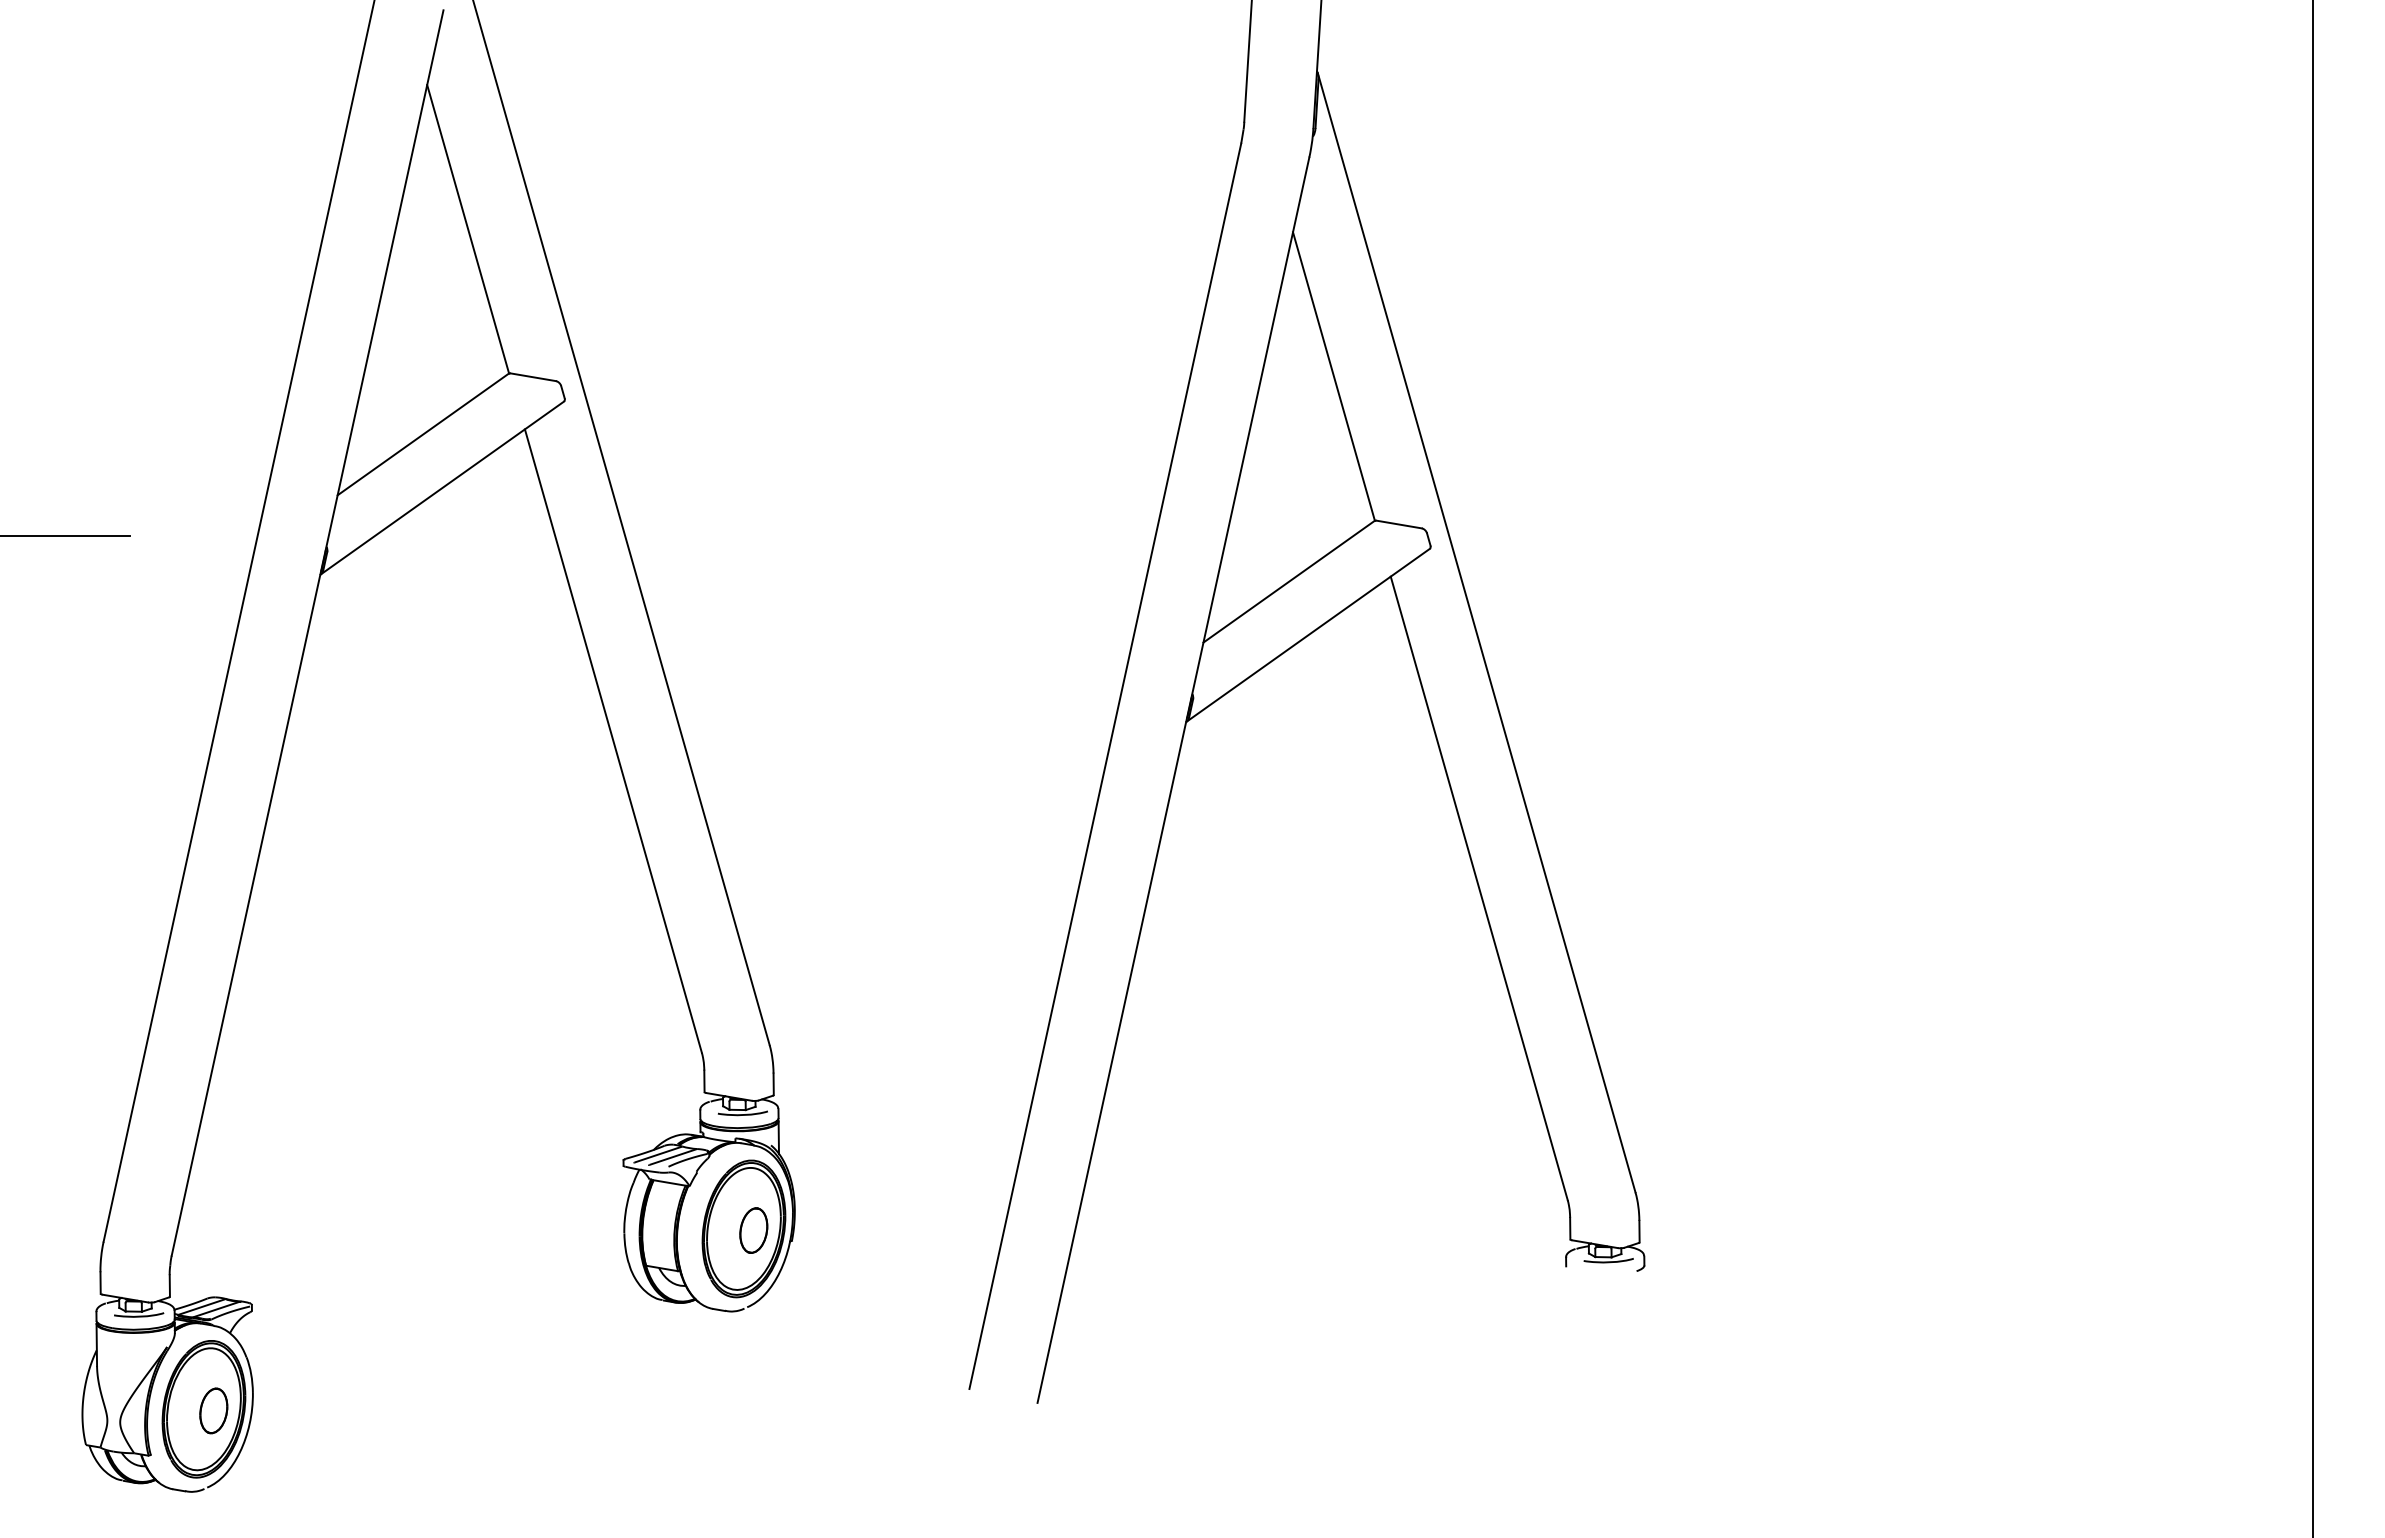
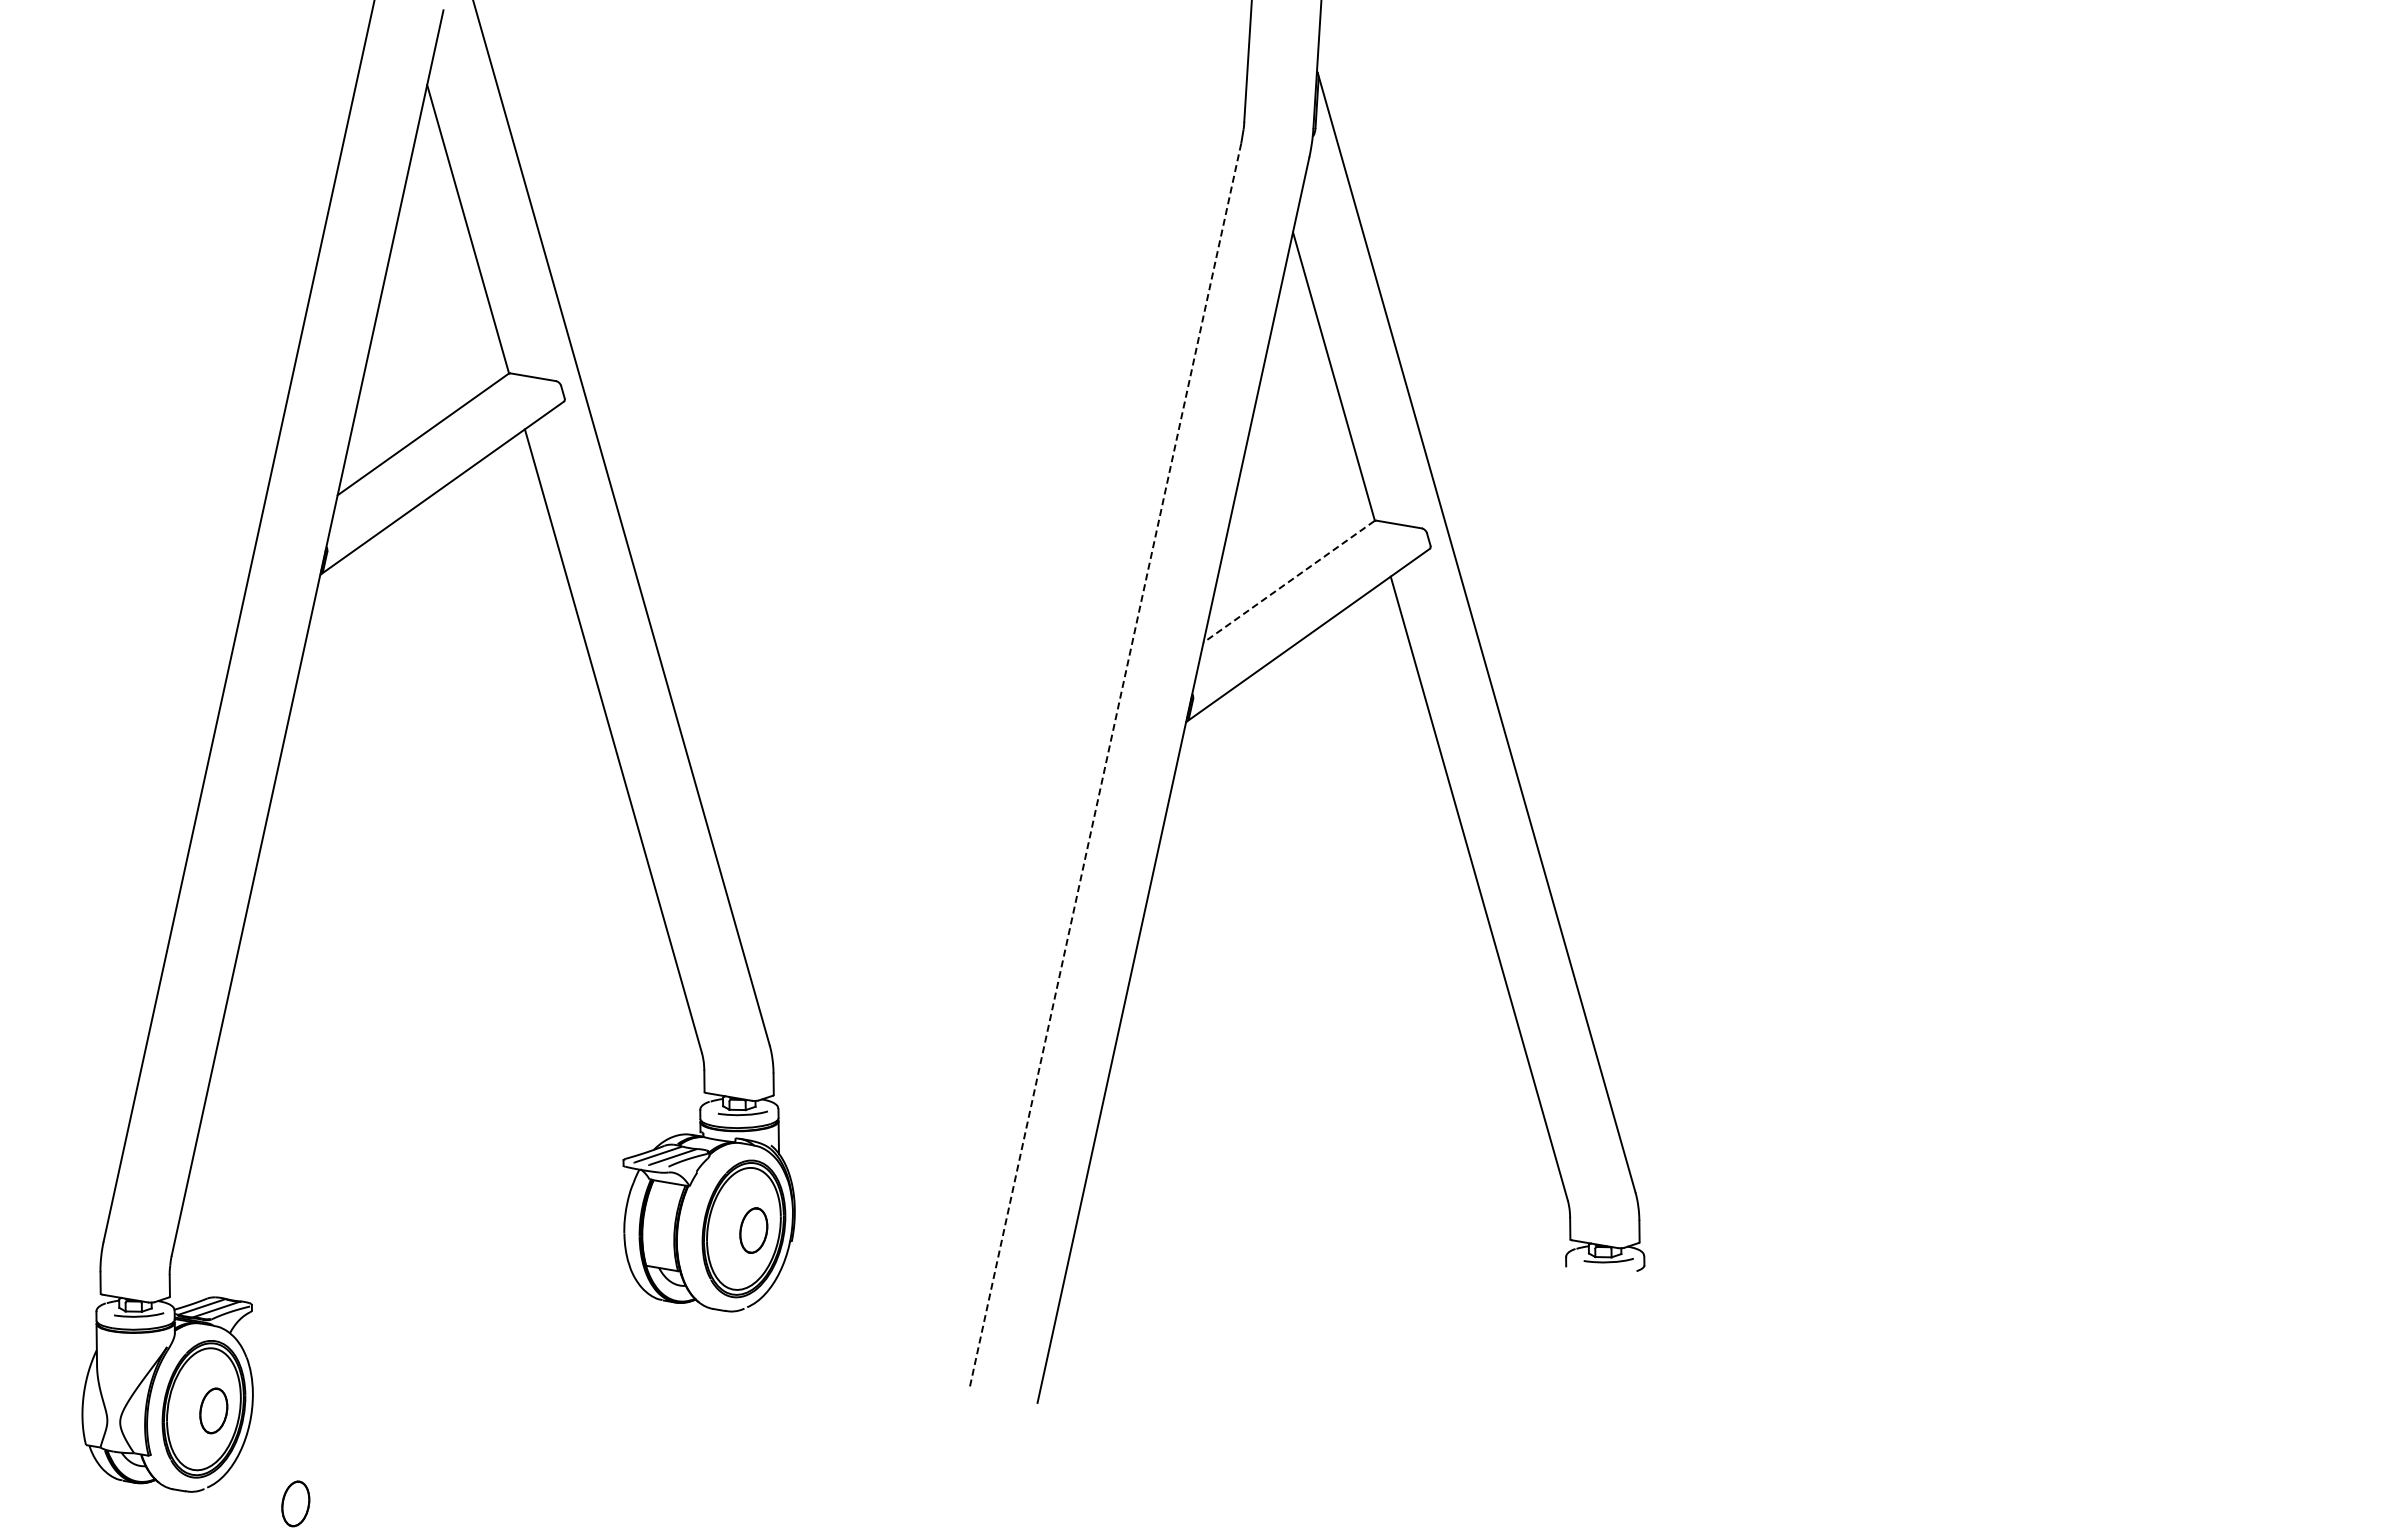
line at (66, 536): present -> none
line at (1288, 581): solid -> dashed
line at (1105, 766): solid -> dashed
line at (2313, 768): present -> none
part at (295, 1503): none -> present
